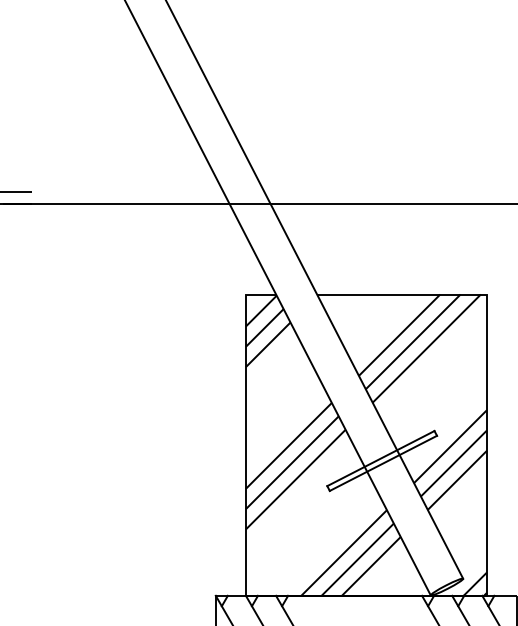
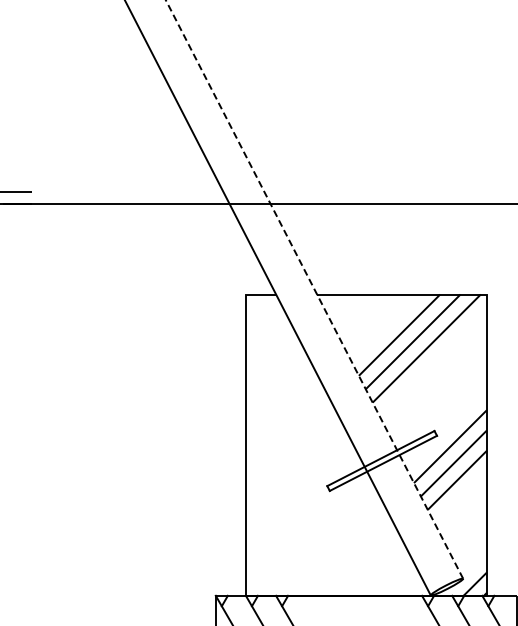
line at (314, 288): solid -> dashed
hatch at (322, 445): present -> none
